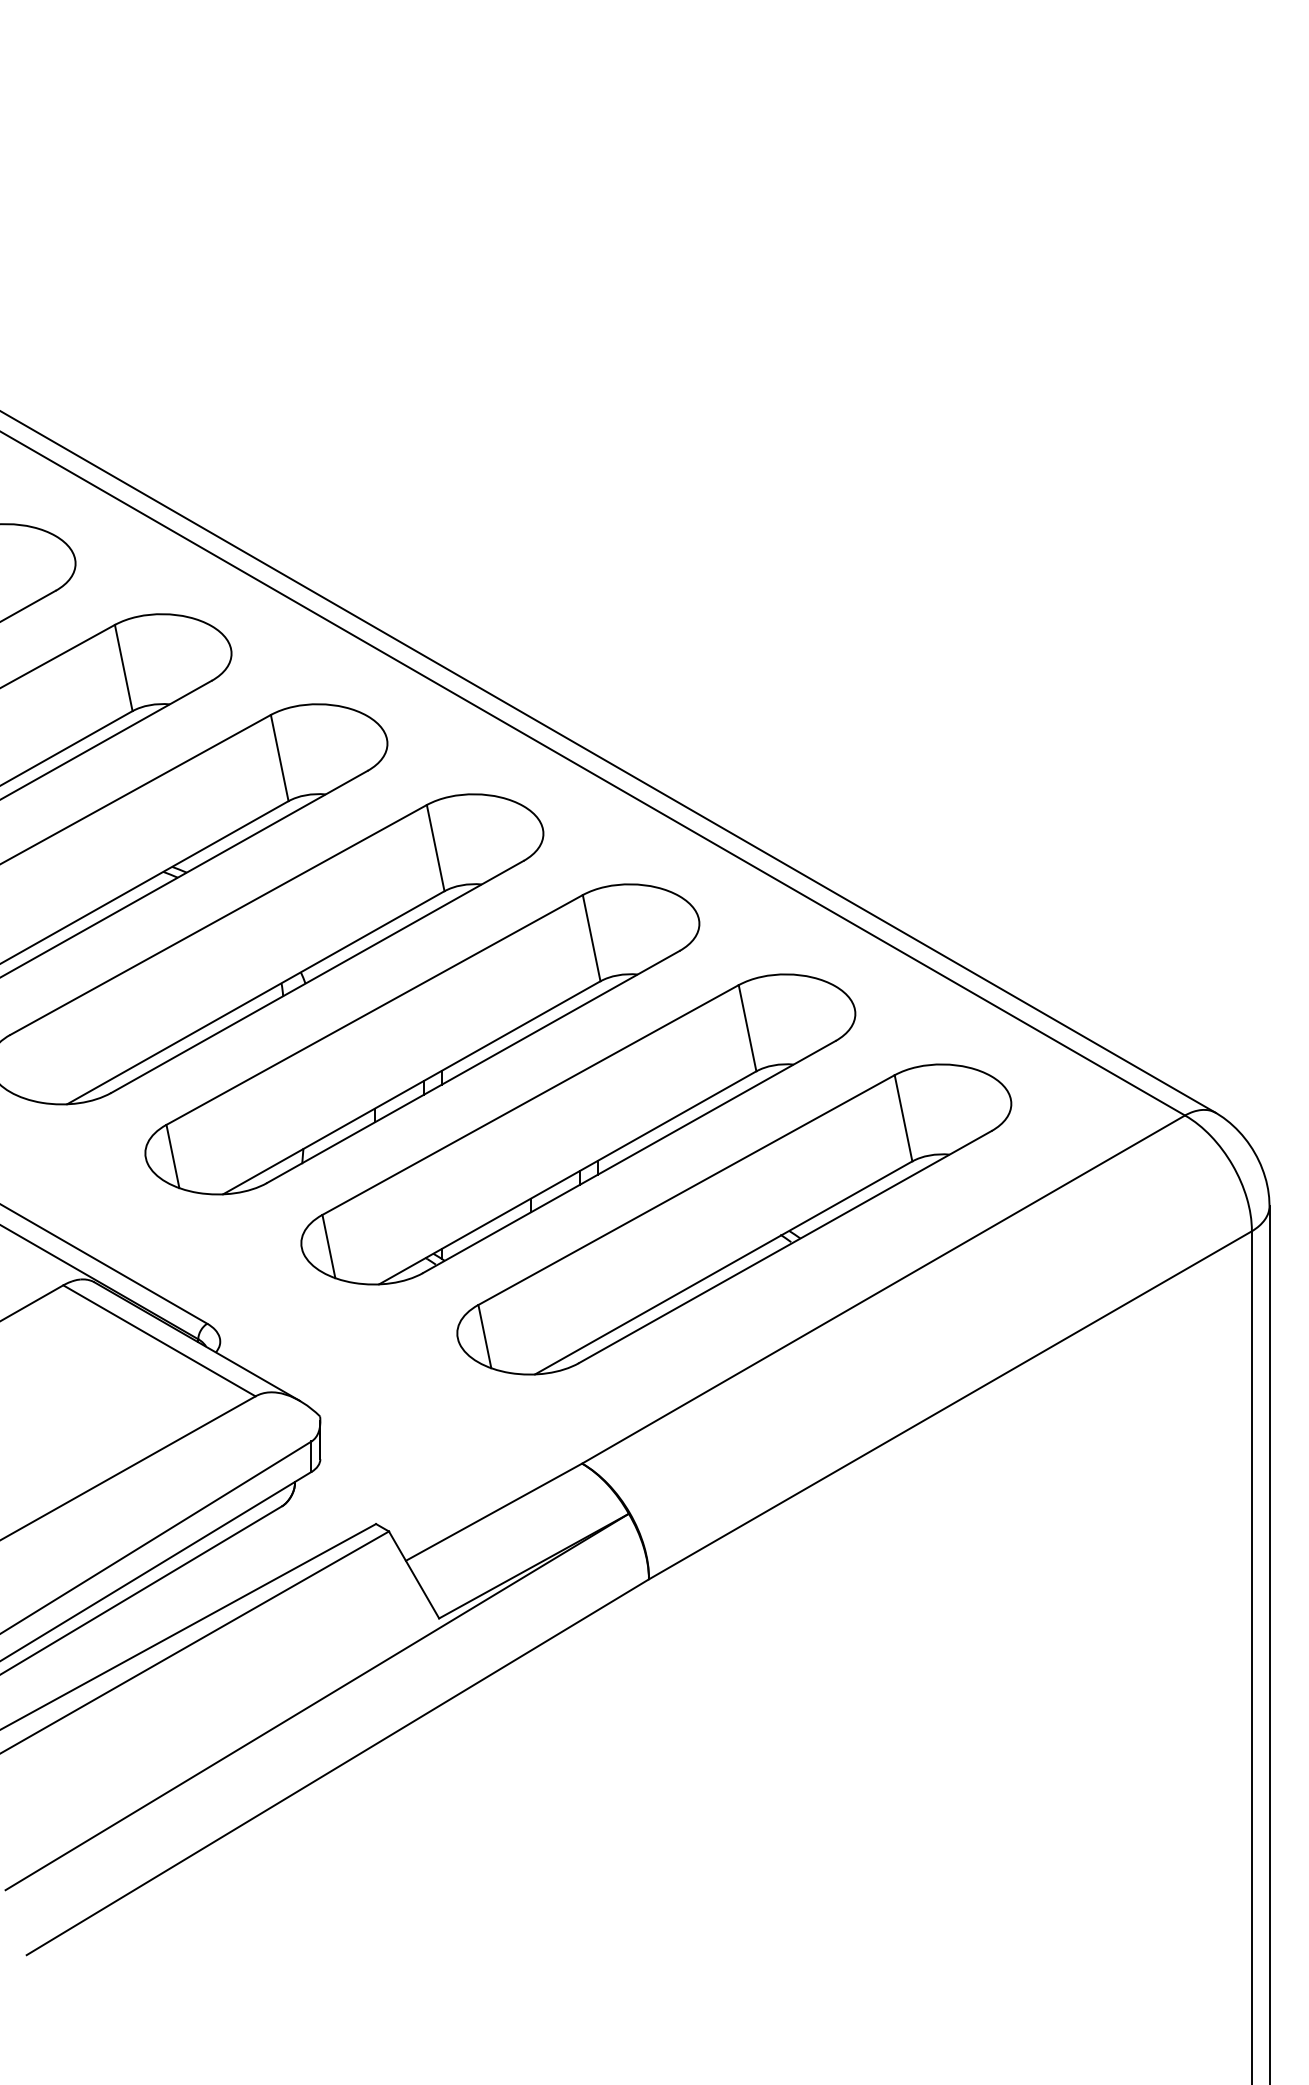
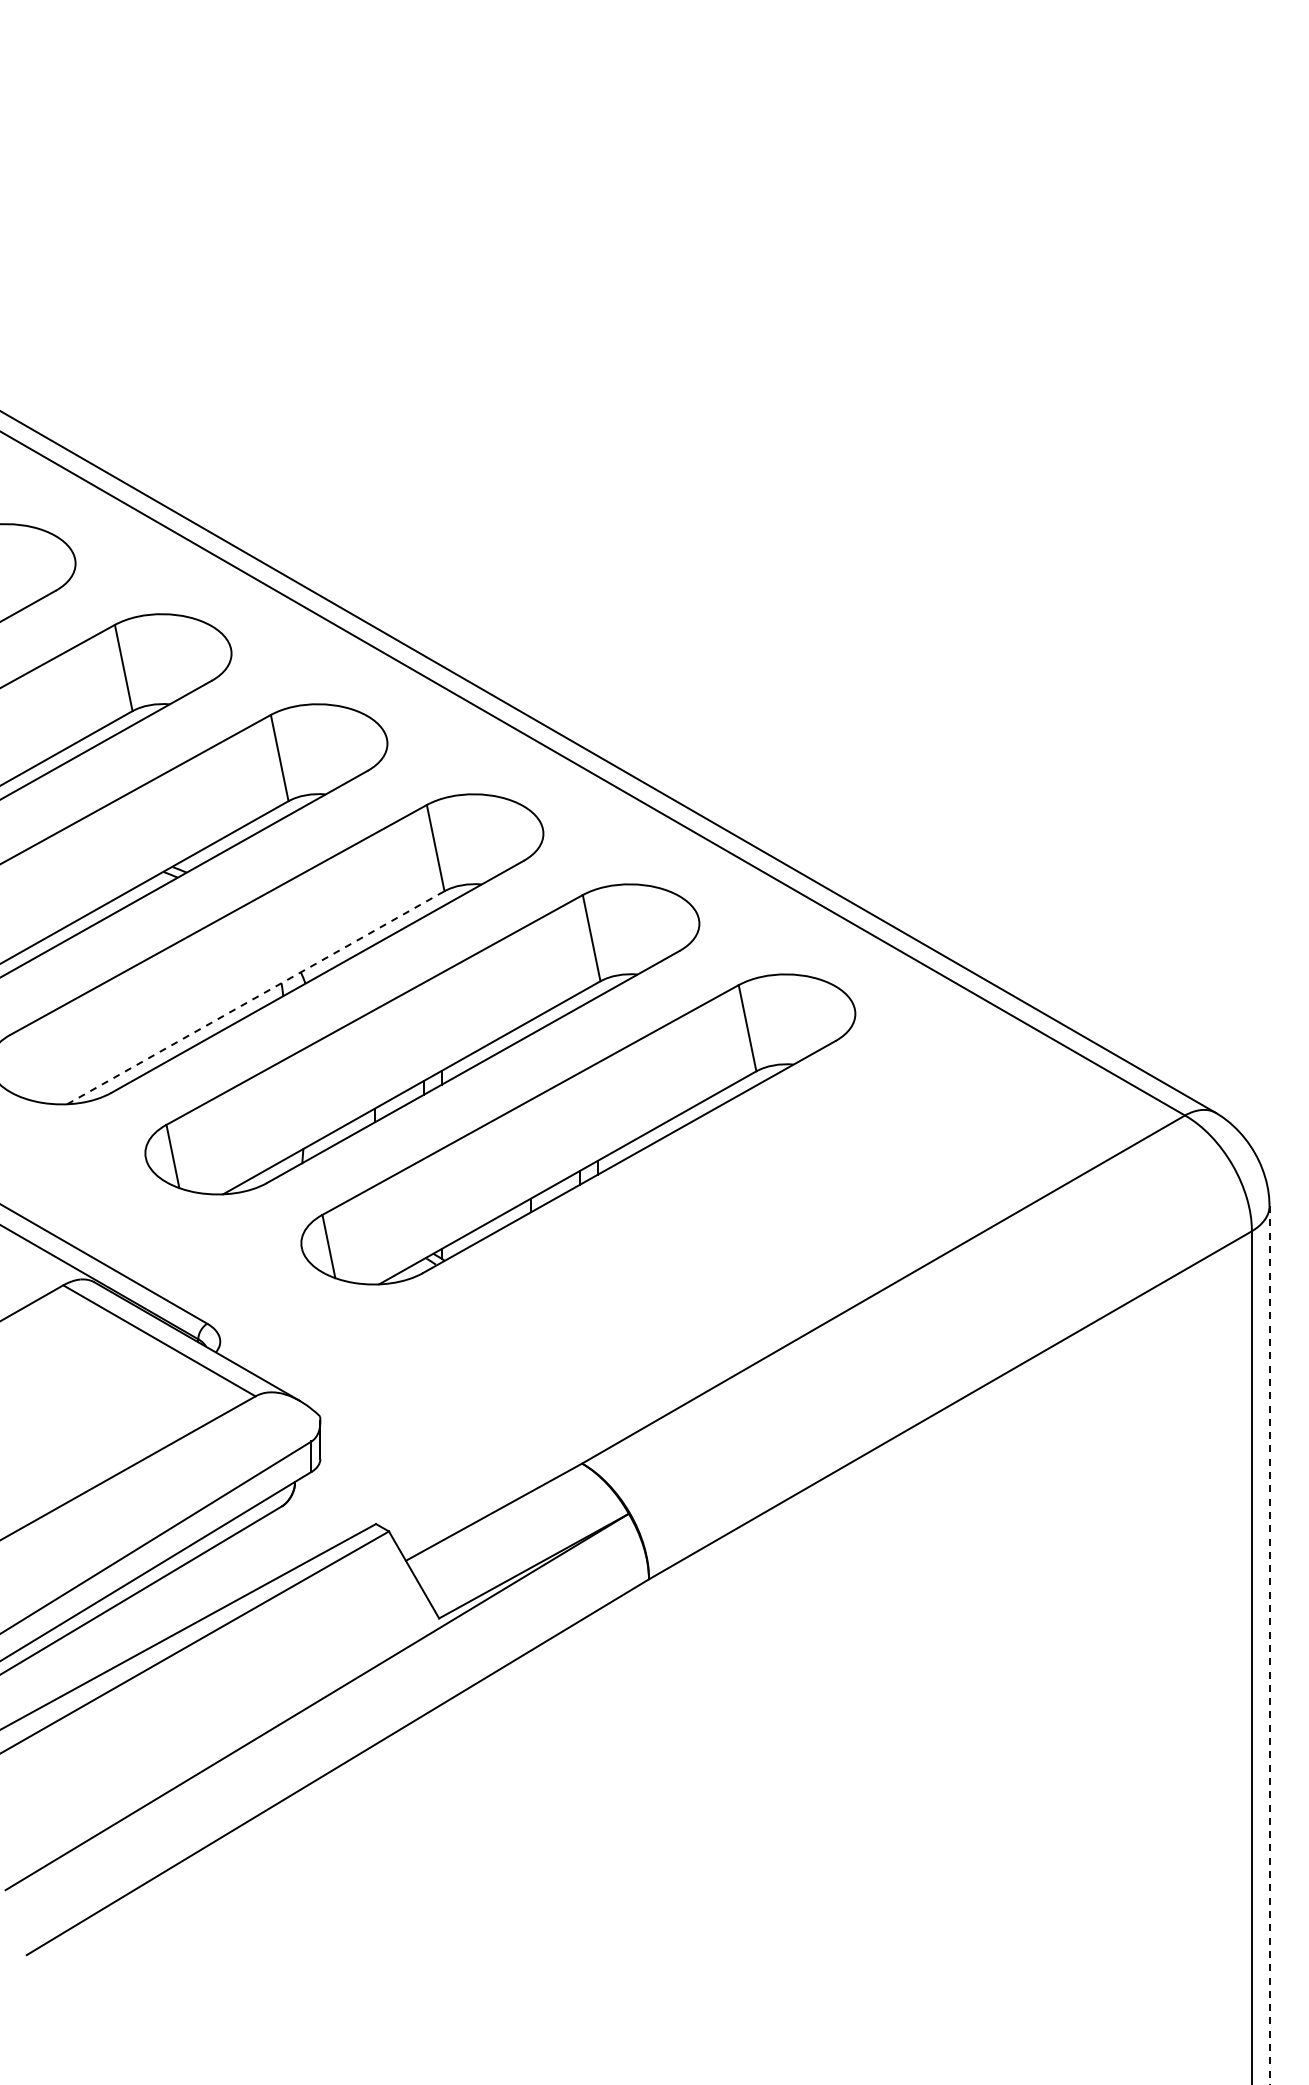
line at (255, 997): solid -> dashed
part at (734, 1219): present -> none
line at (1269, 1645): solid -> dashed
